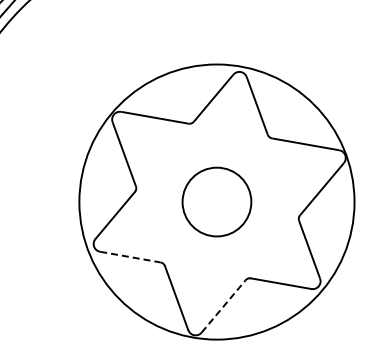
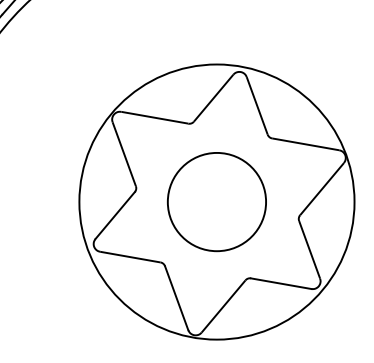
circle at (216, 201) diameter: 69 px -> 98 px
line at (130, 257): dashed -> solid
line at (223, 306): dashed -> solid
